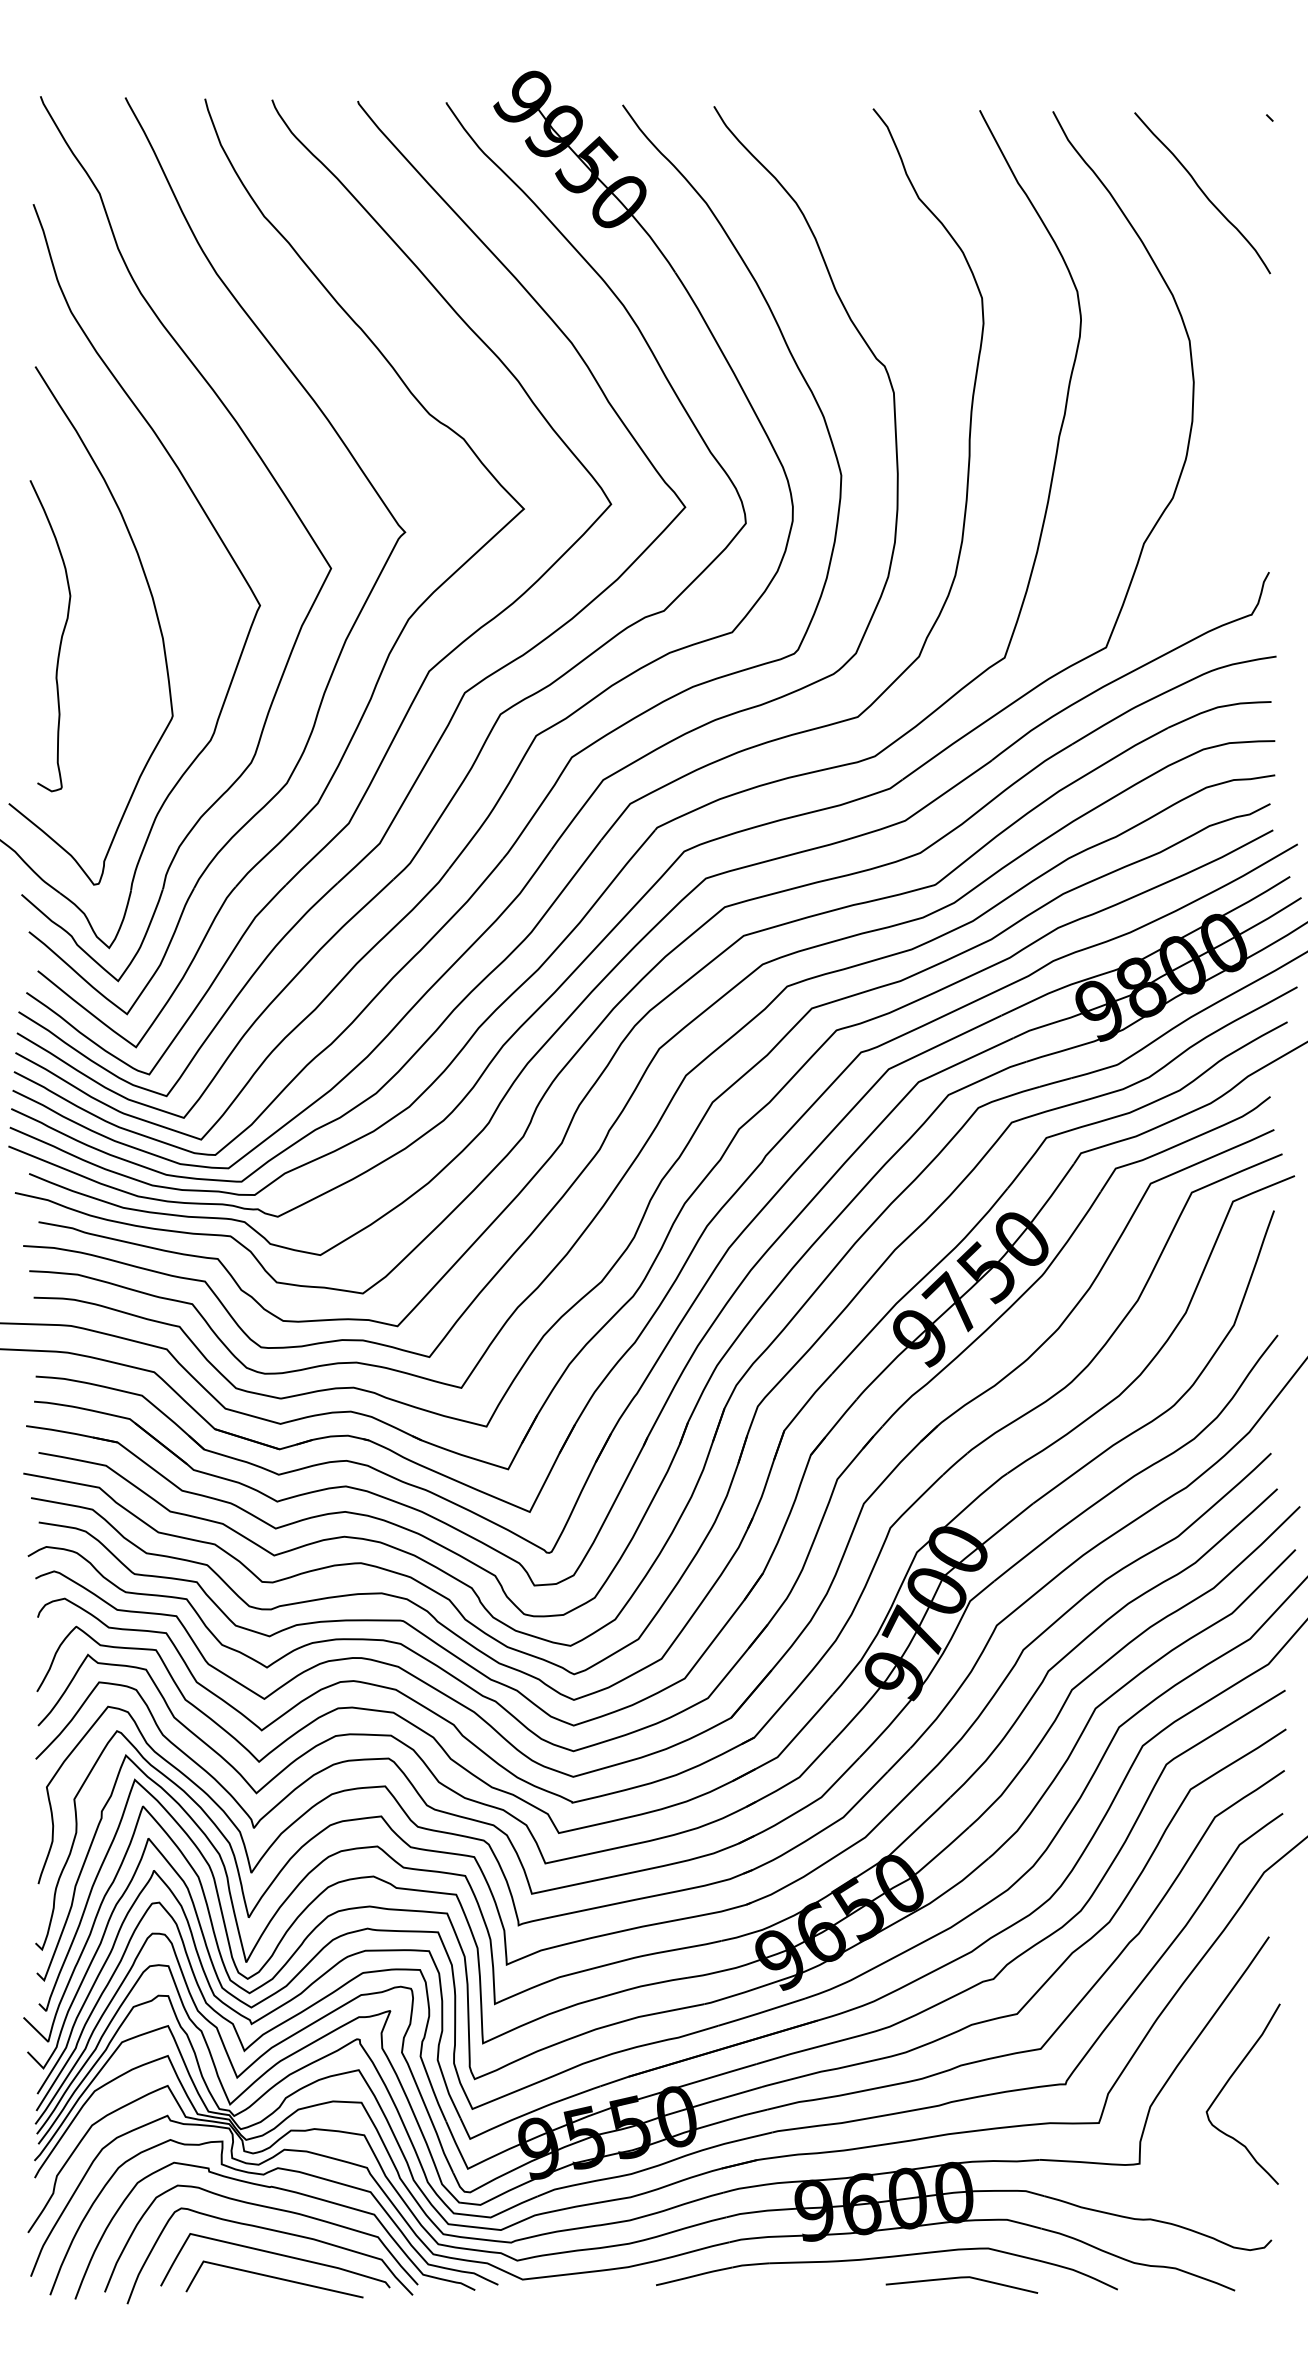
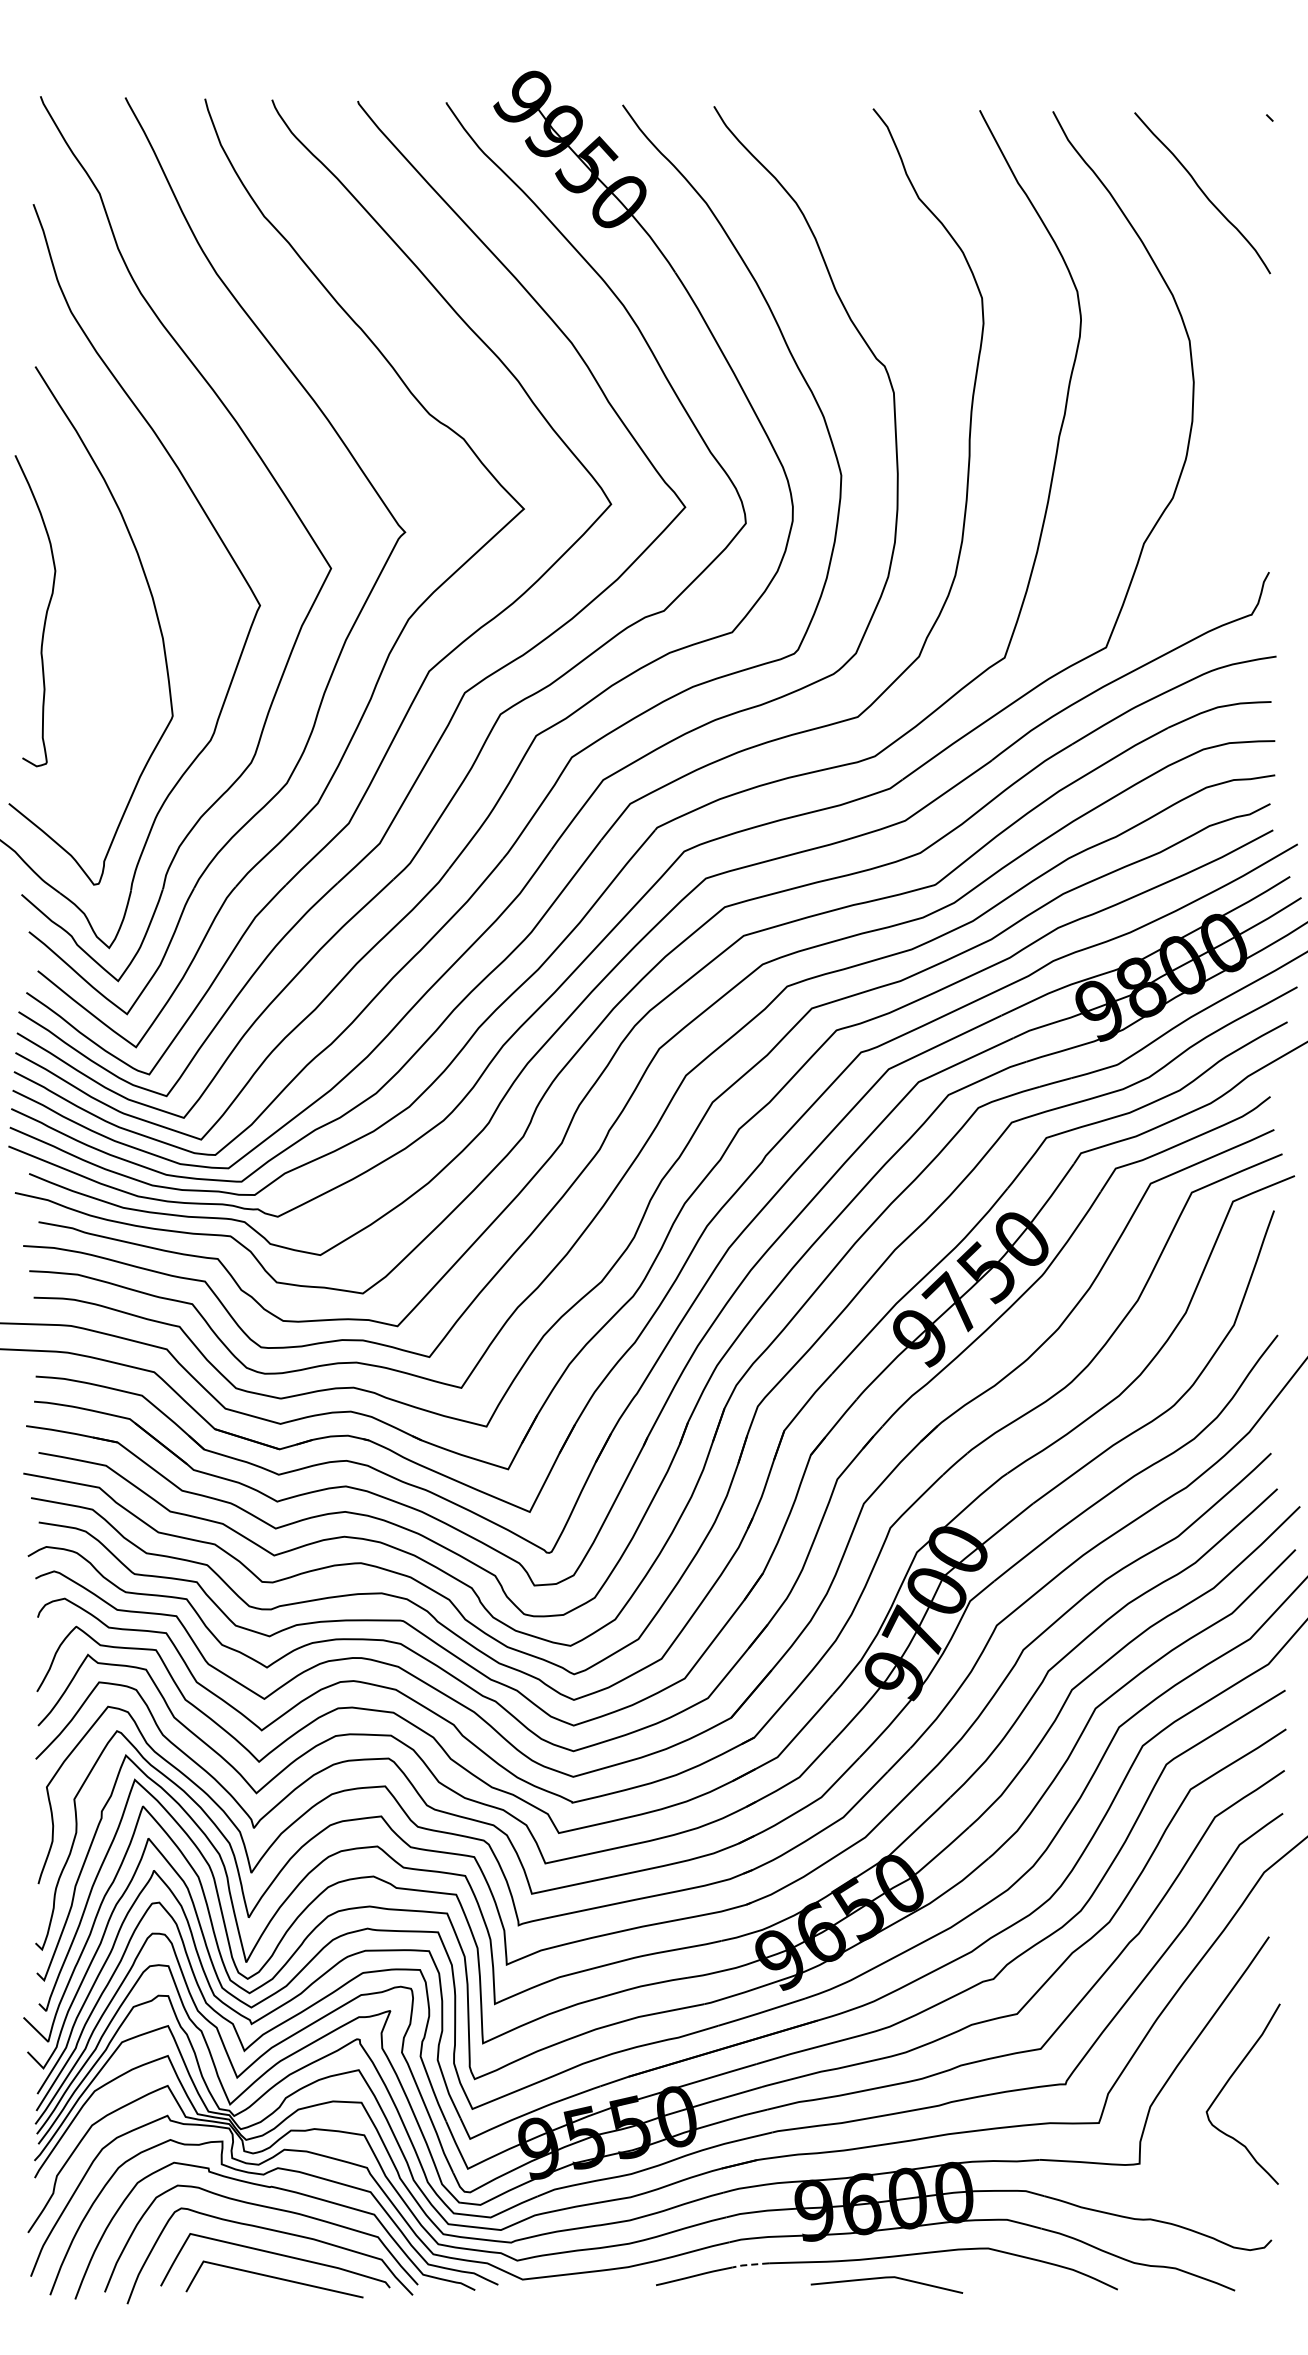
curve at (60, 638) position: (60, 638) -> (45, 613)
line at (750, 2264): solid -> dashed
line at (961, 2278) position: (961, 2278) -> (886, 2278)
